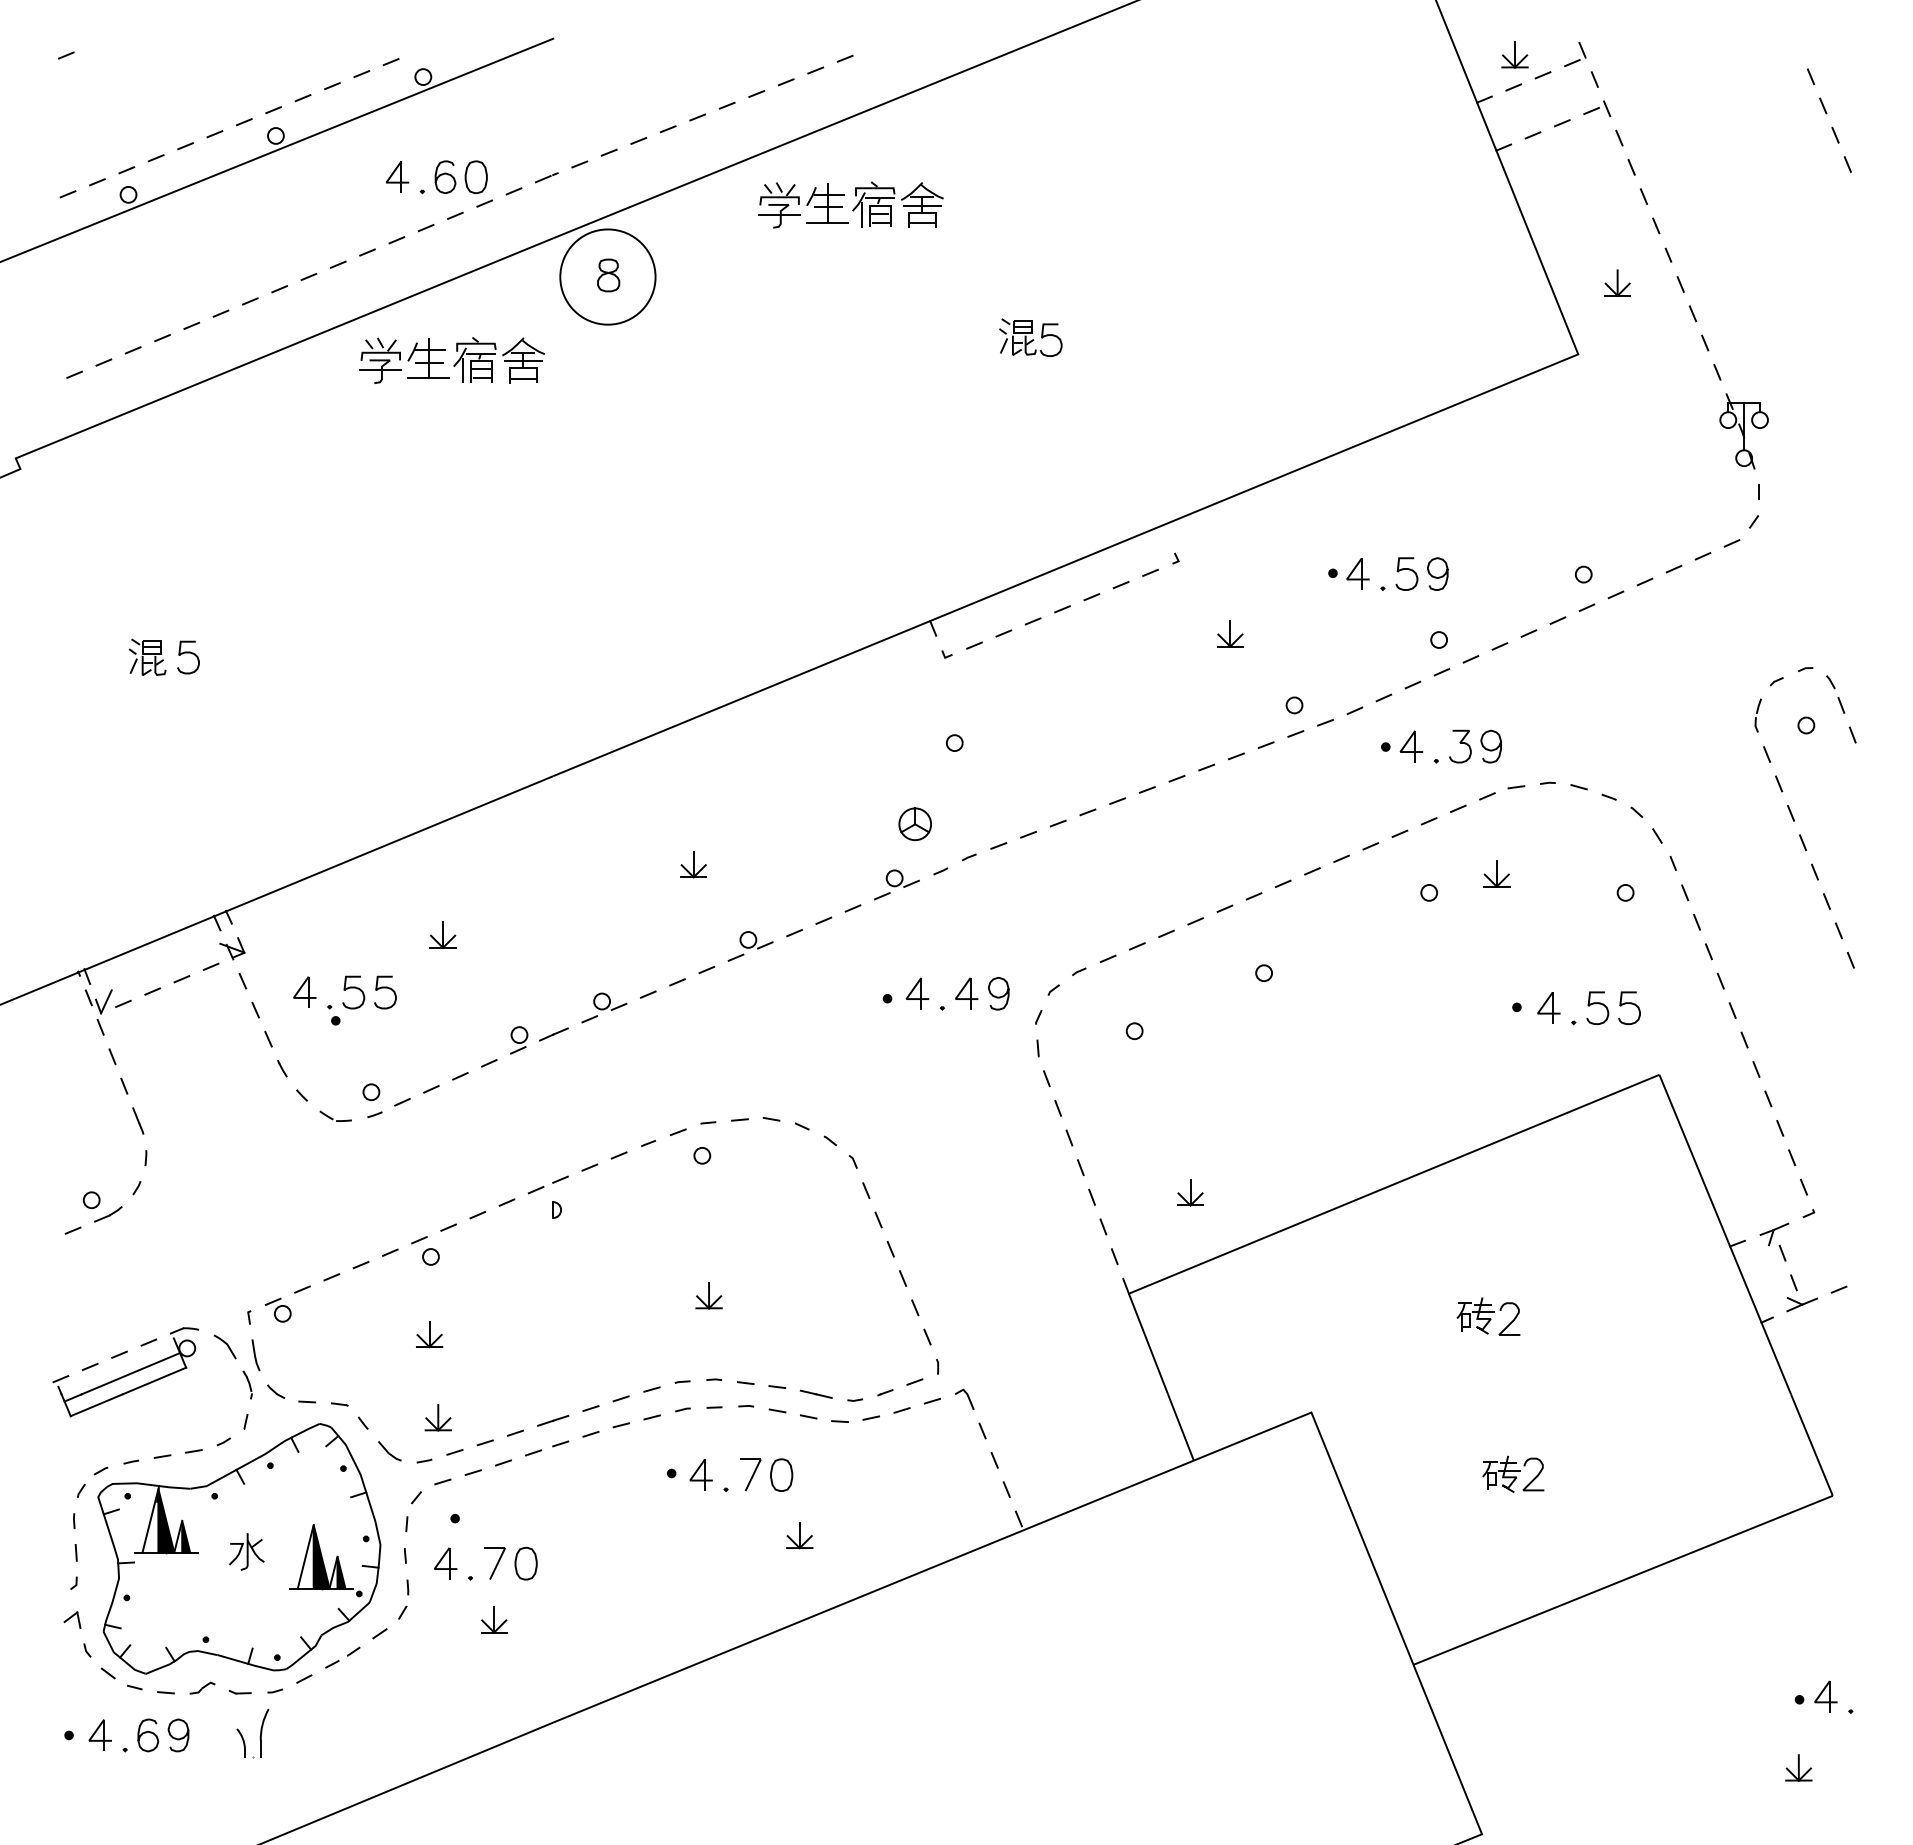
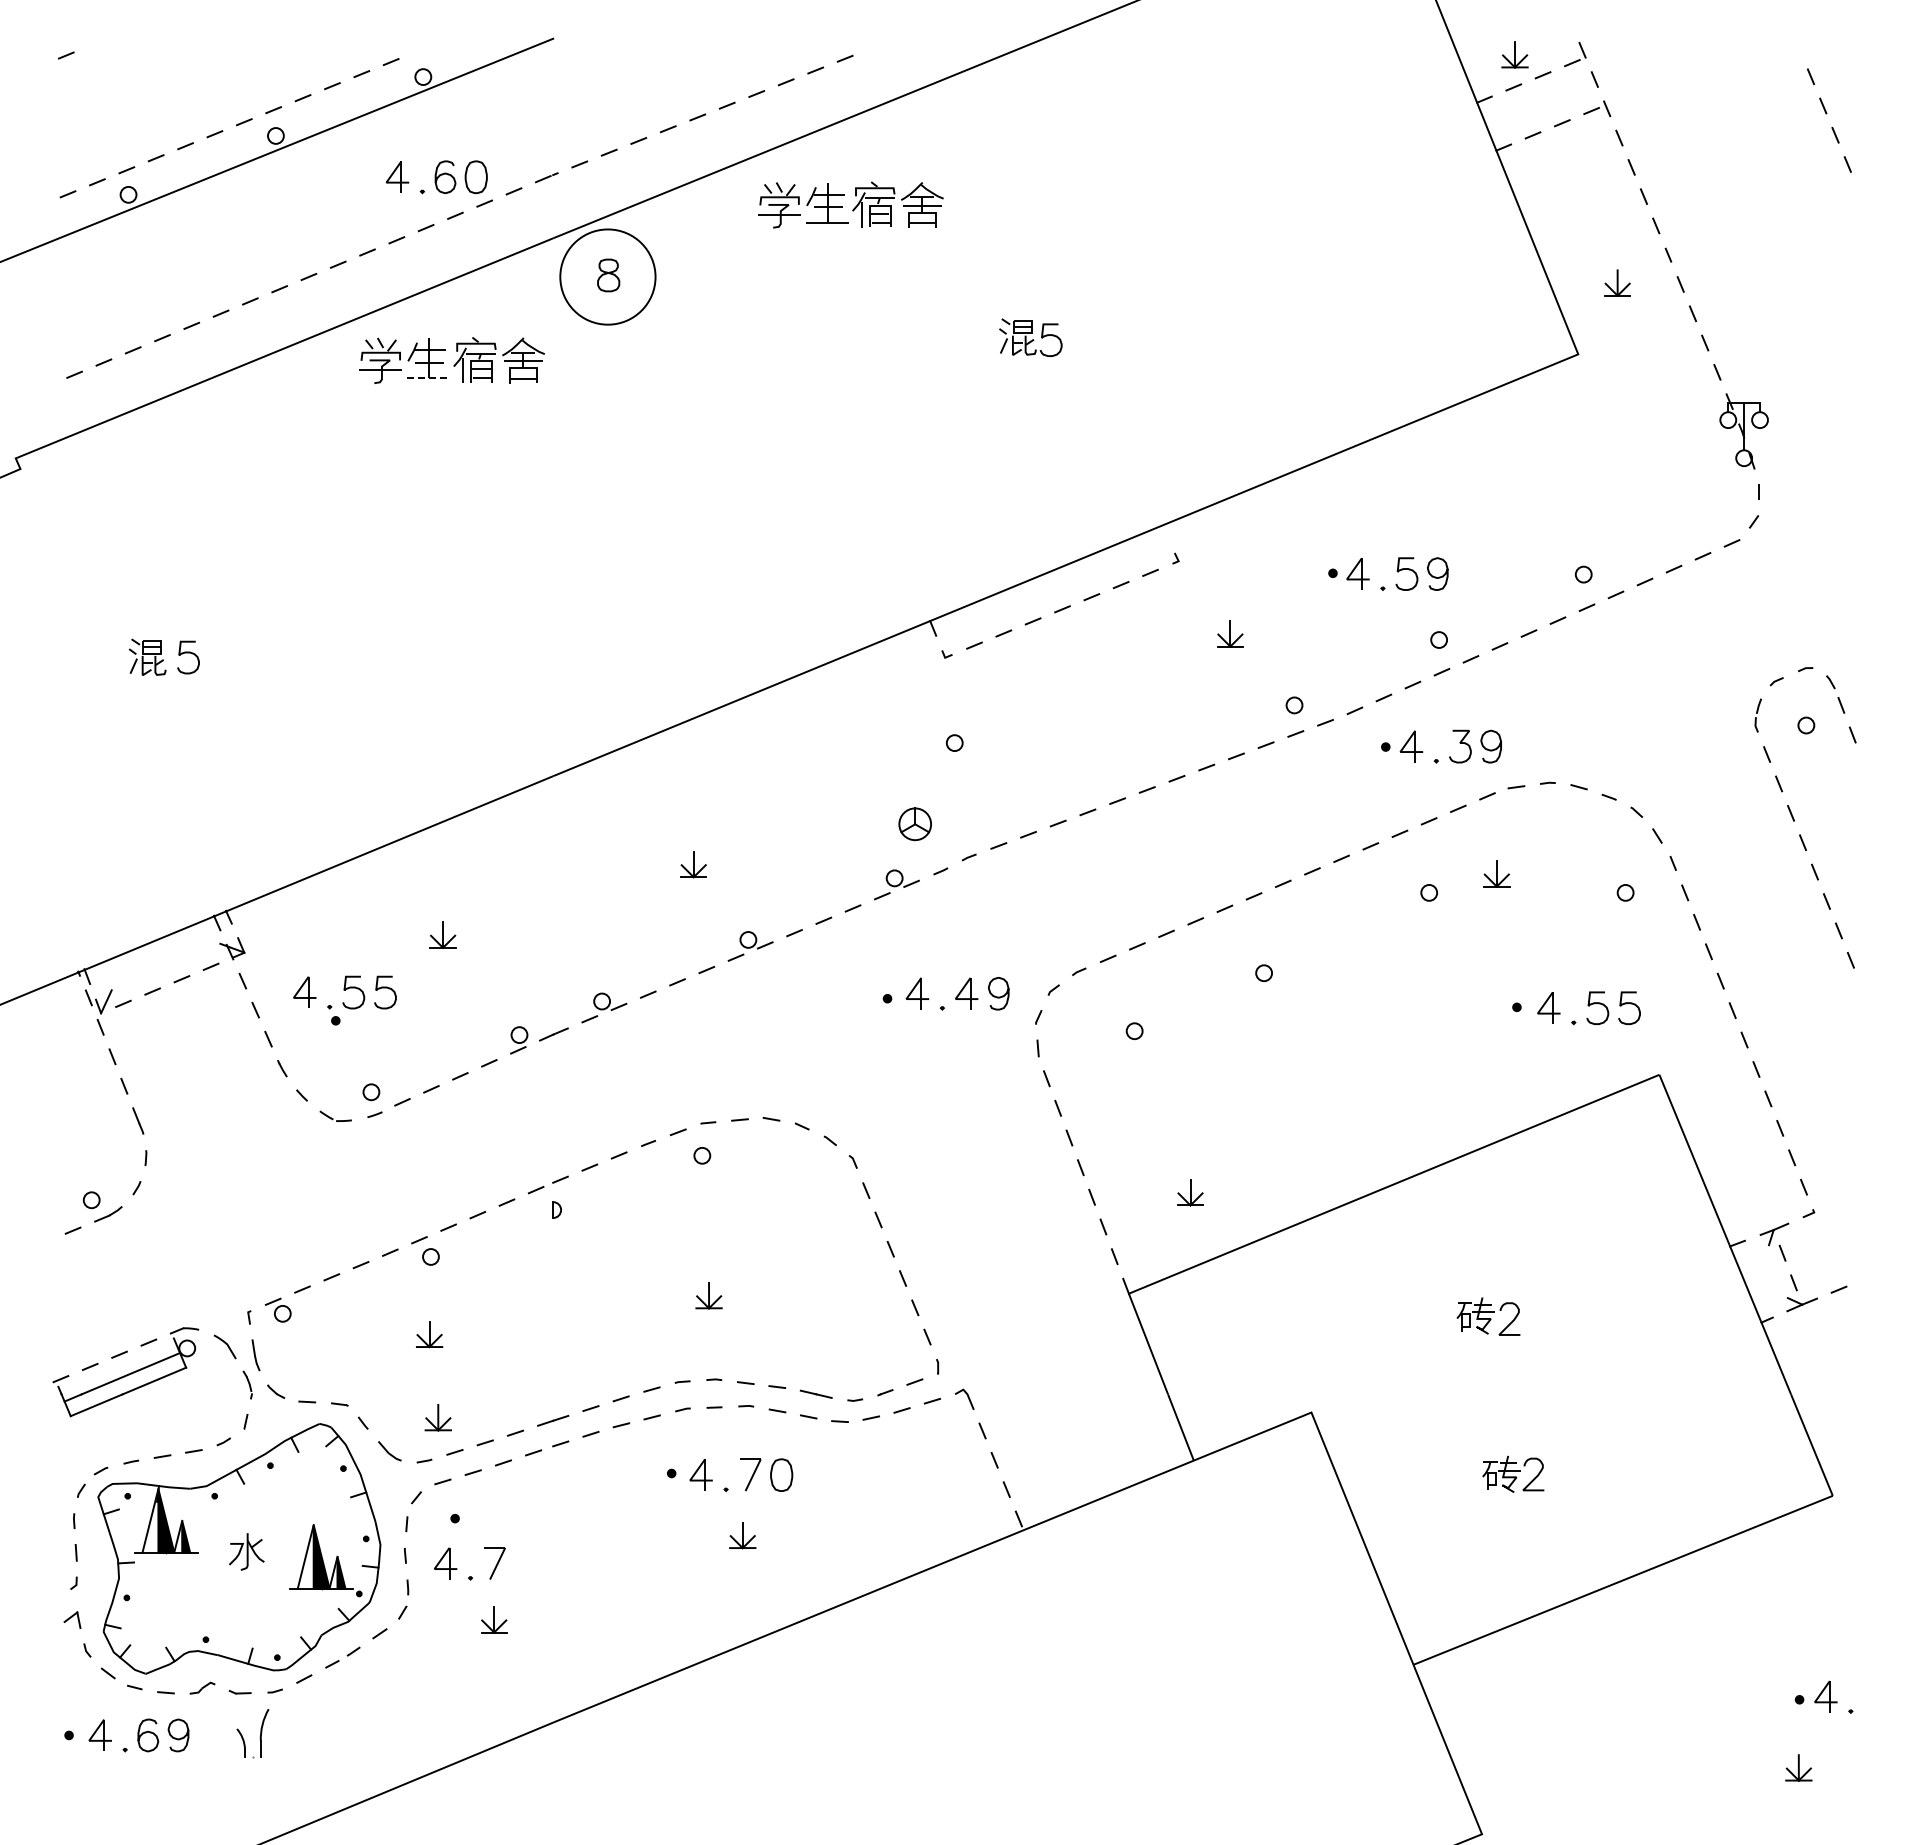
line at (429, 378): solid -> dashed
part at (799, 1535) position: (799, 1535) -> (742, 1535)
part at (525, 1563): present -> none
